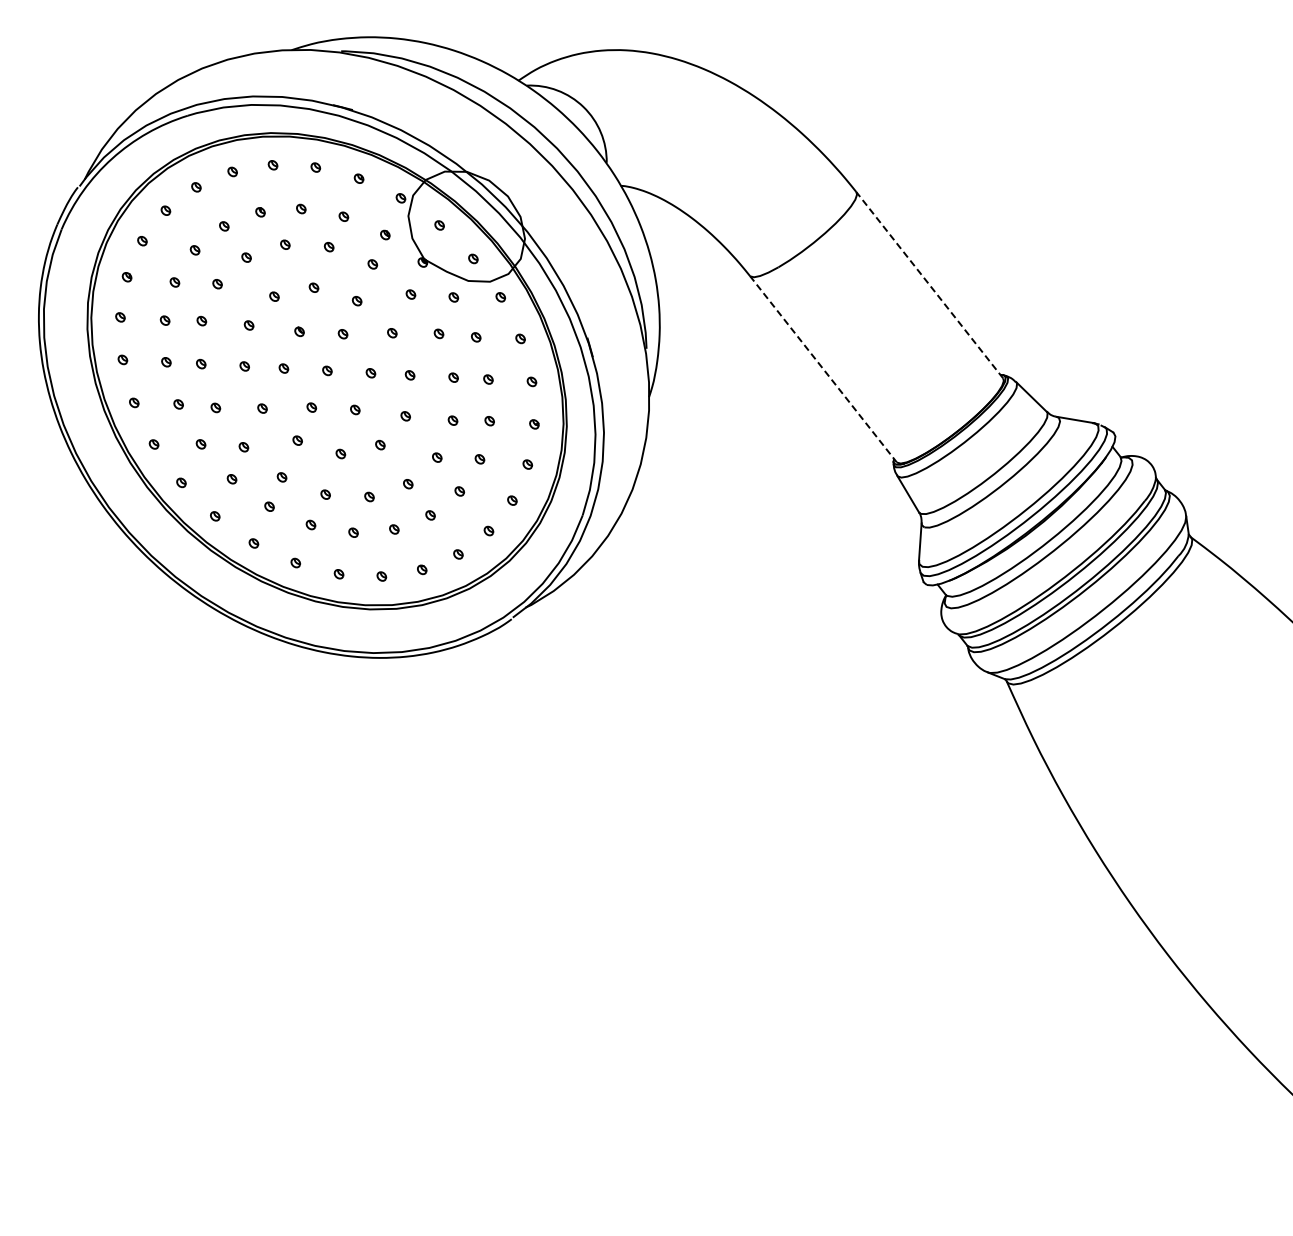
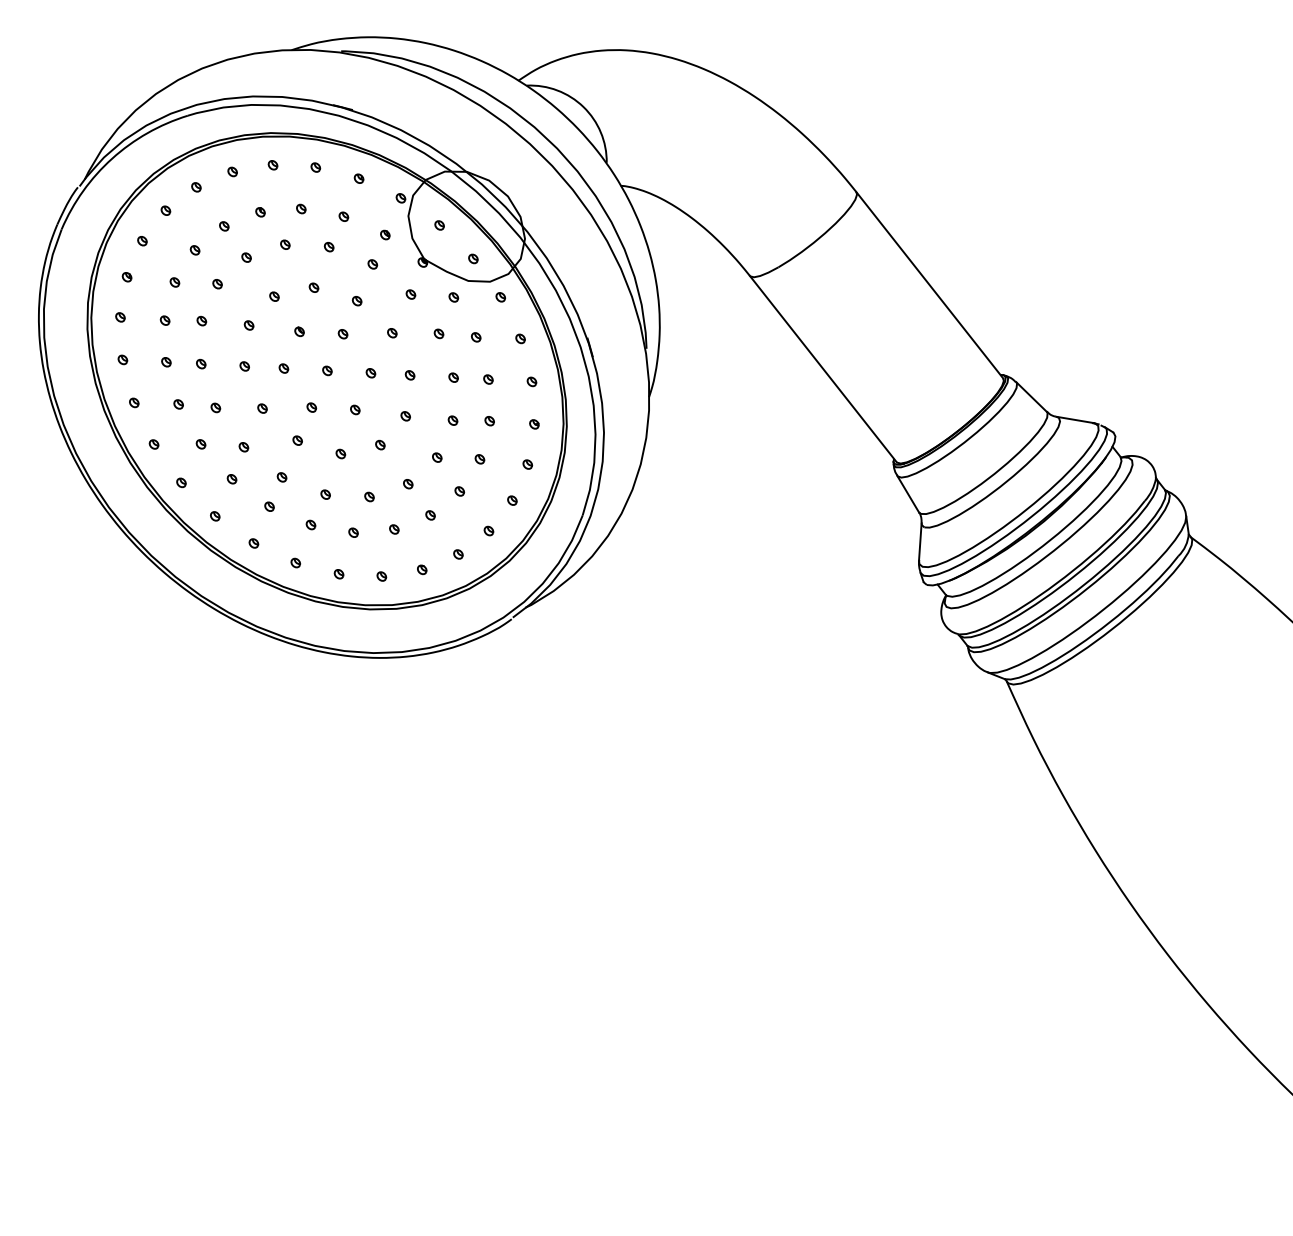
line at (929, 285): dashed -> solid
line at (823, 369): dashed -> solid
